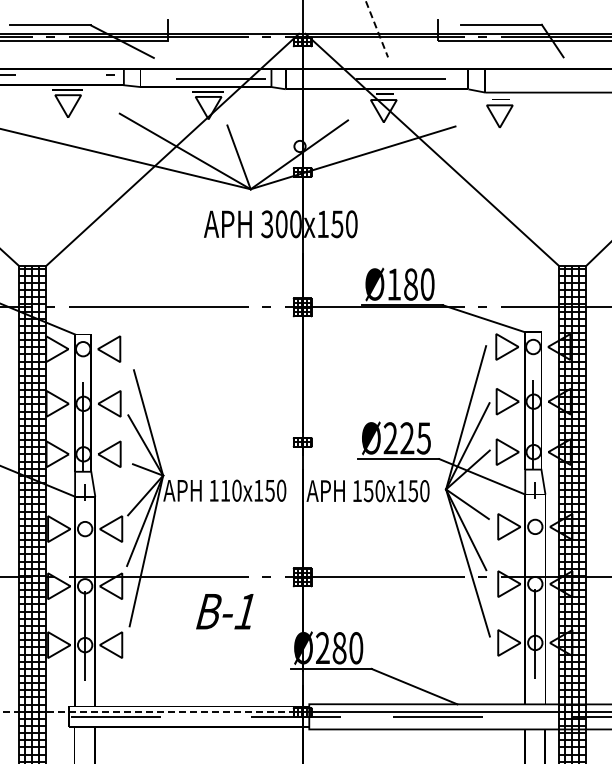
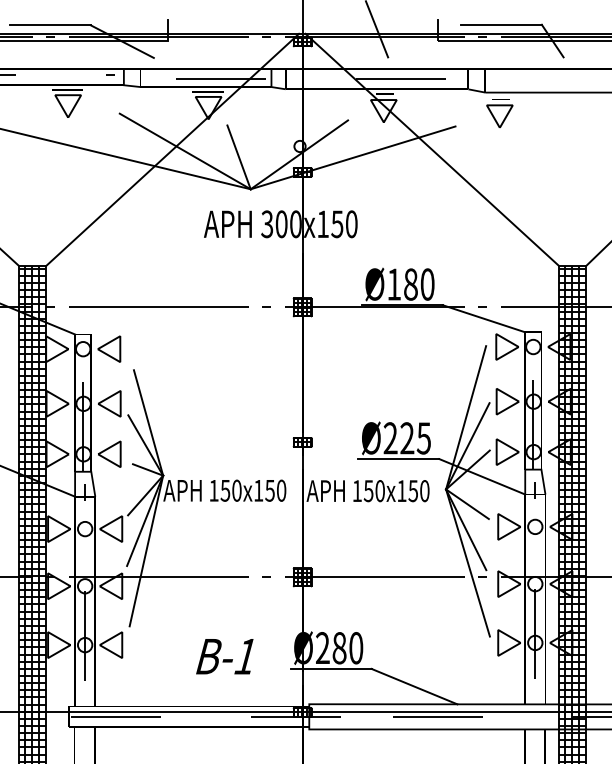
line at (377, 29): dashed -> solid
text at (225, 490): 110 -> 150
text at (224, 611) position: (224, 611) -> (224, 656)
line at (147, 712): dashed -> solid
